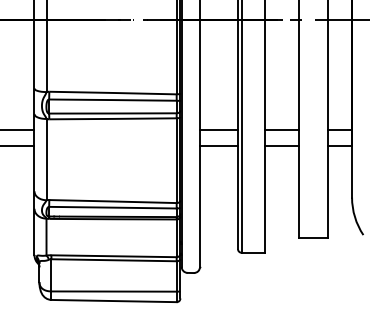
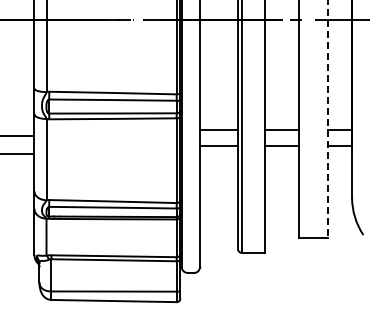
line at (327, 119): solid -> dashed
line at (18, 129) position: (18, 129) -> (18, 135)
line at (18, 146) position: (18, 146) -> (18, 154)
